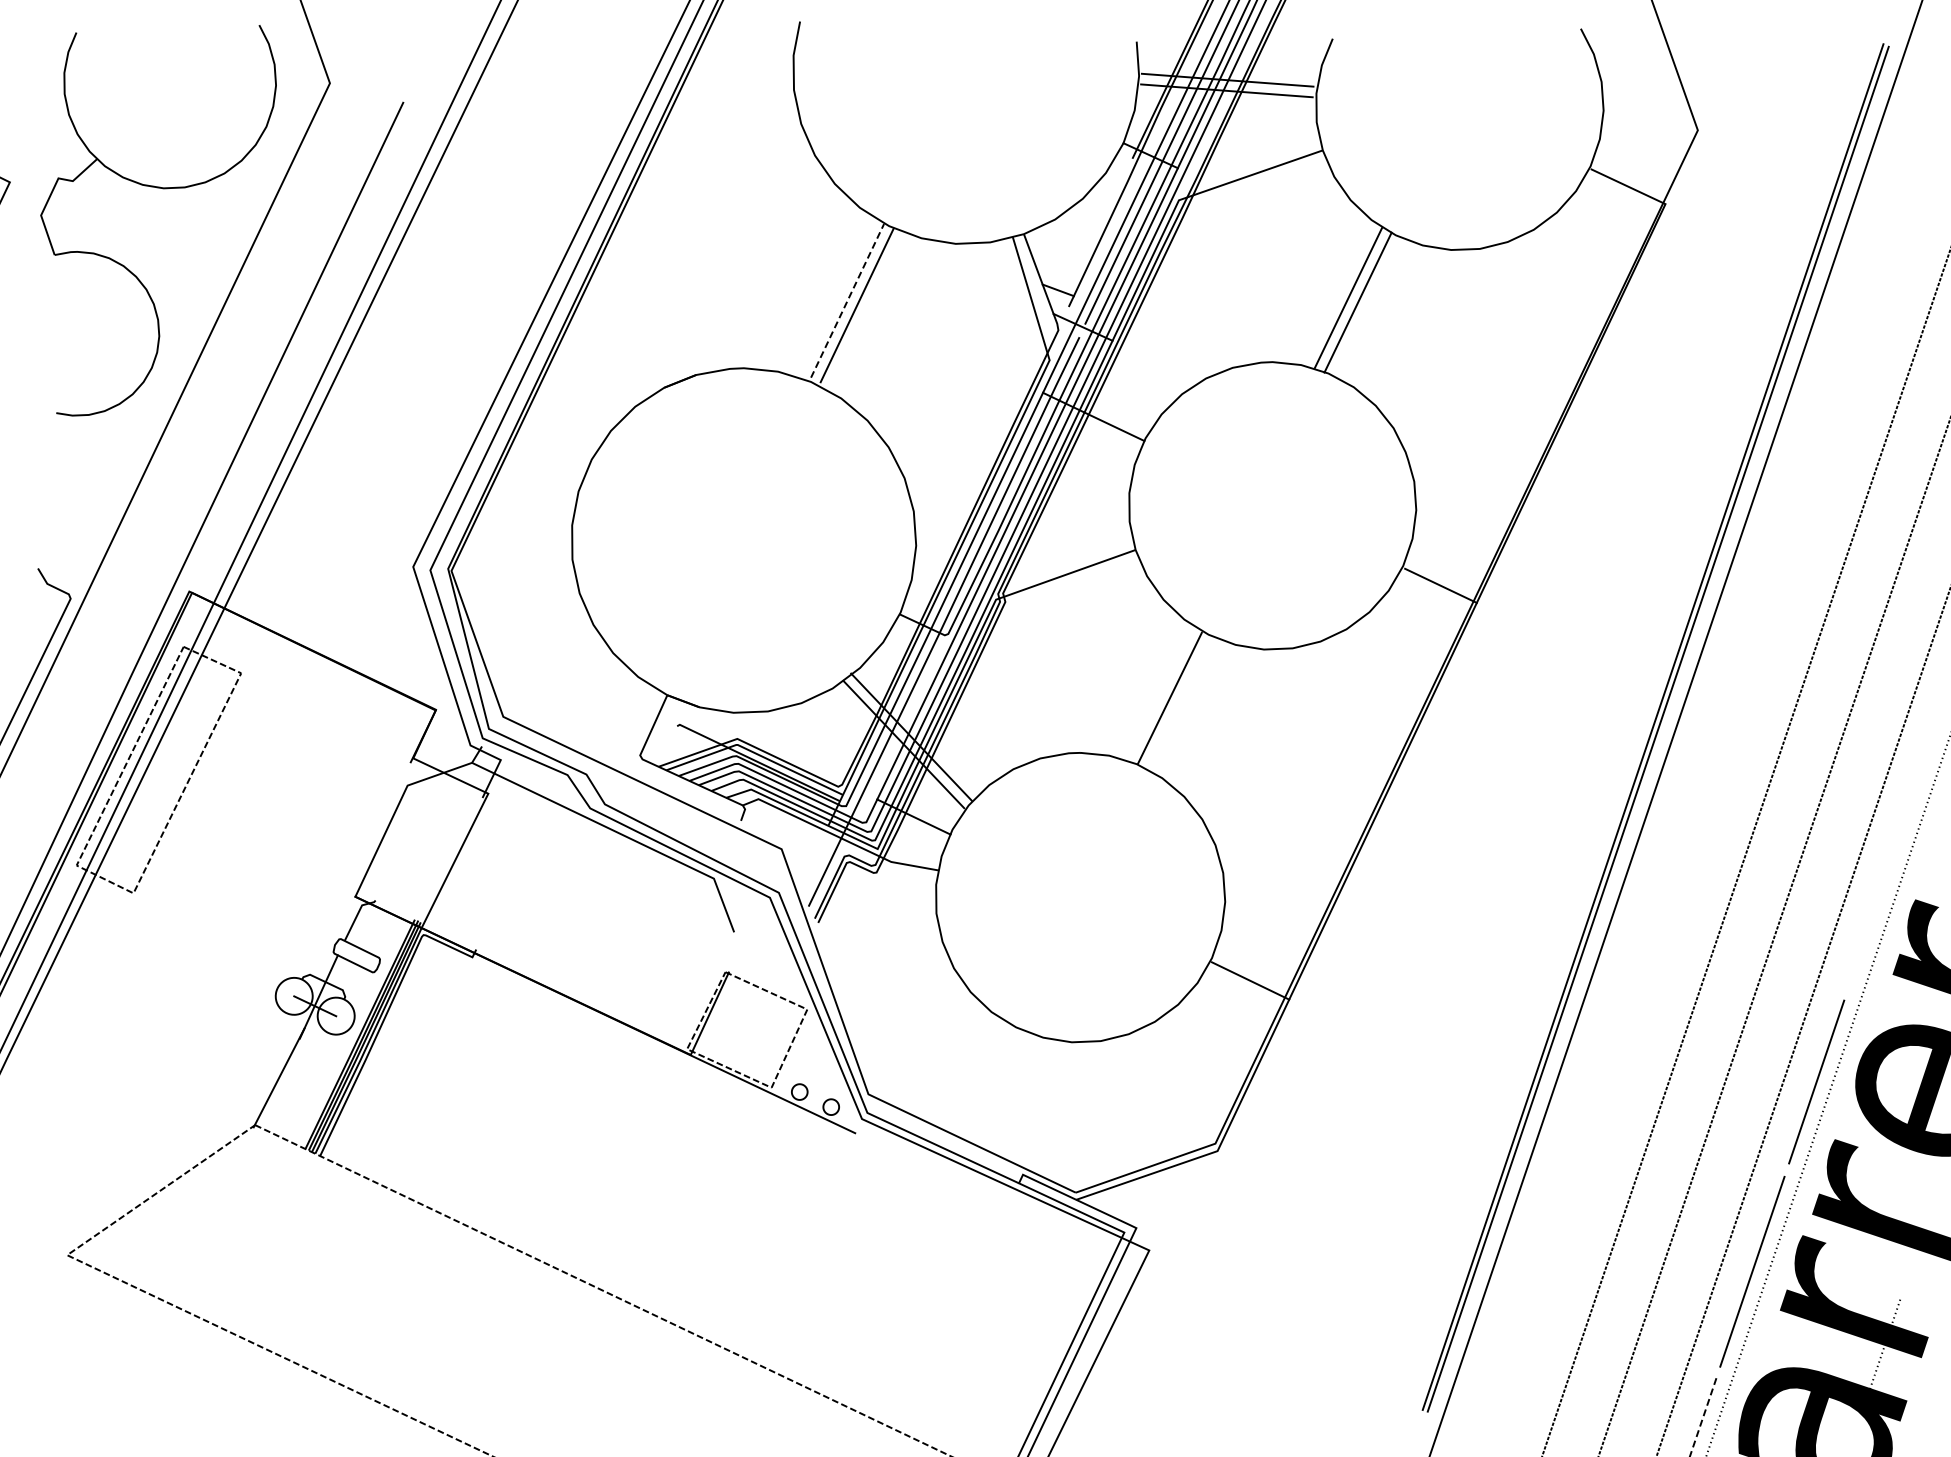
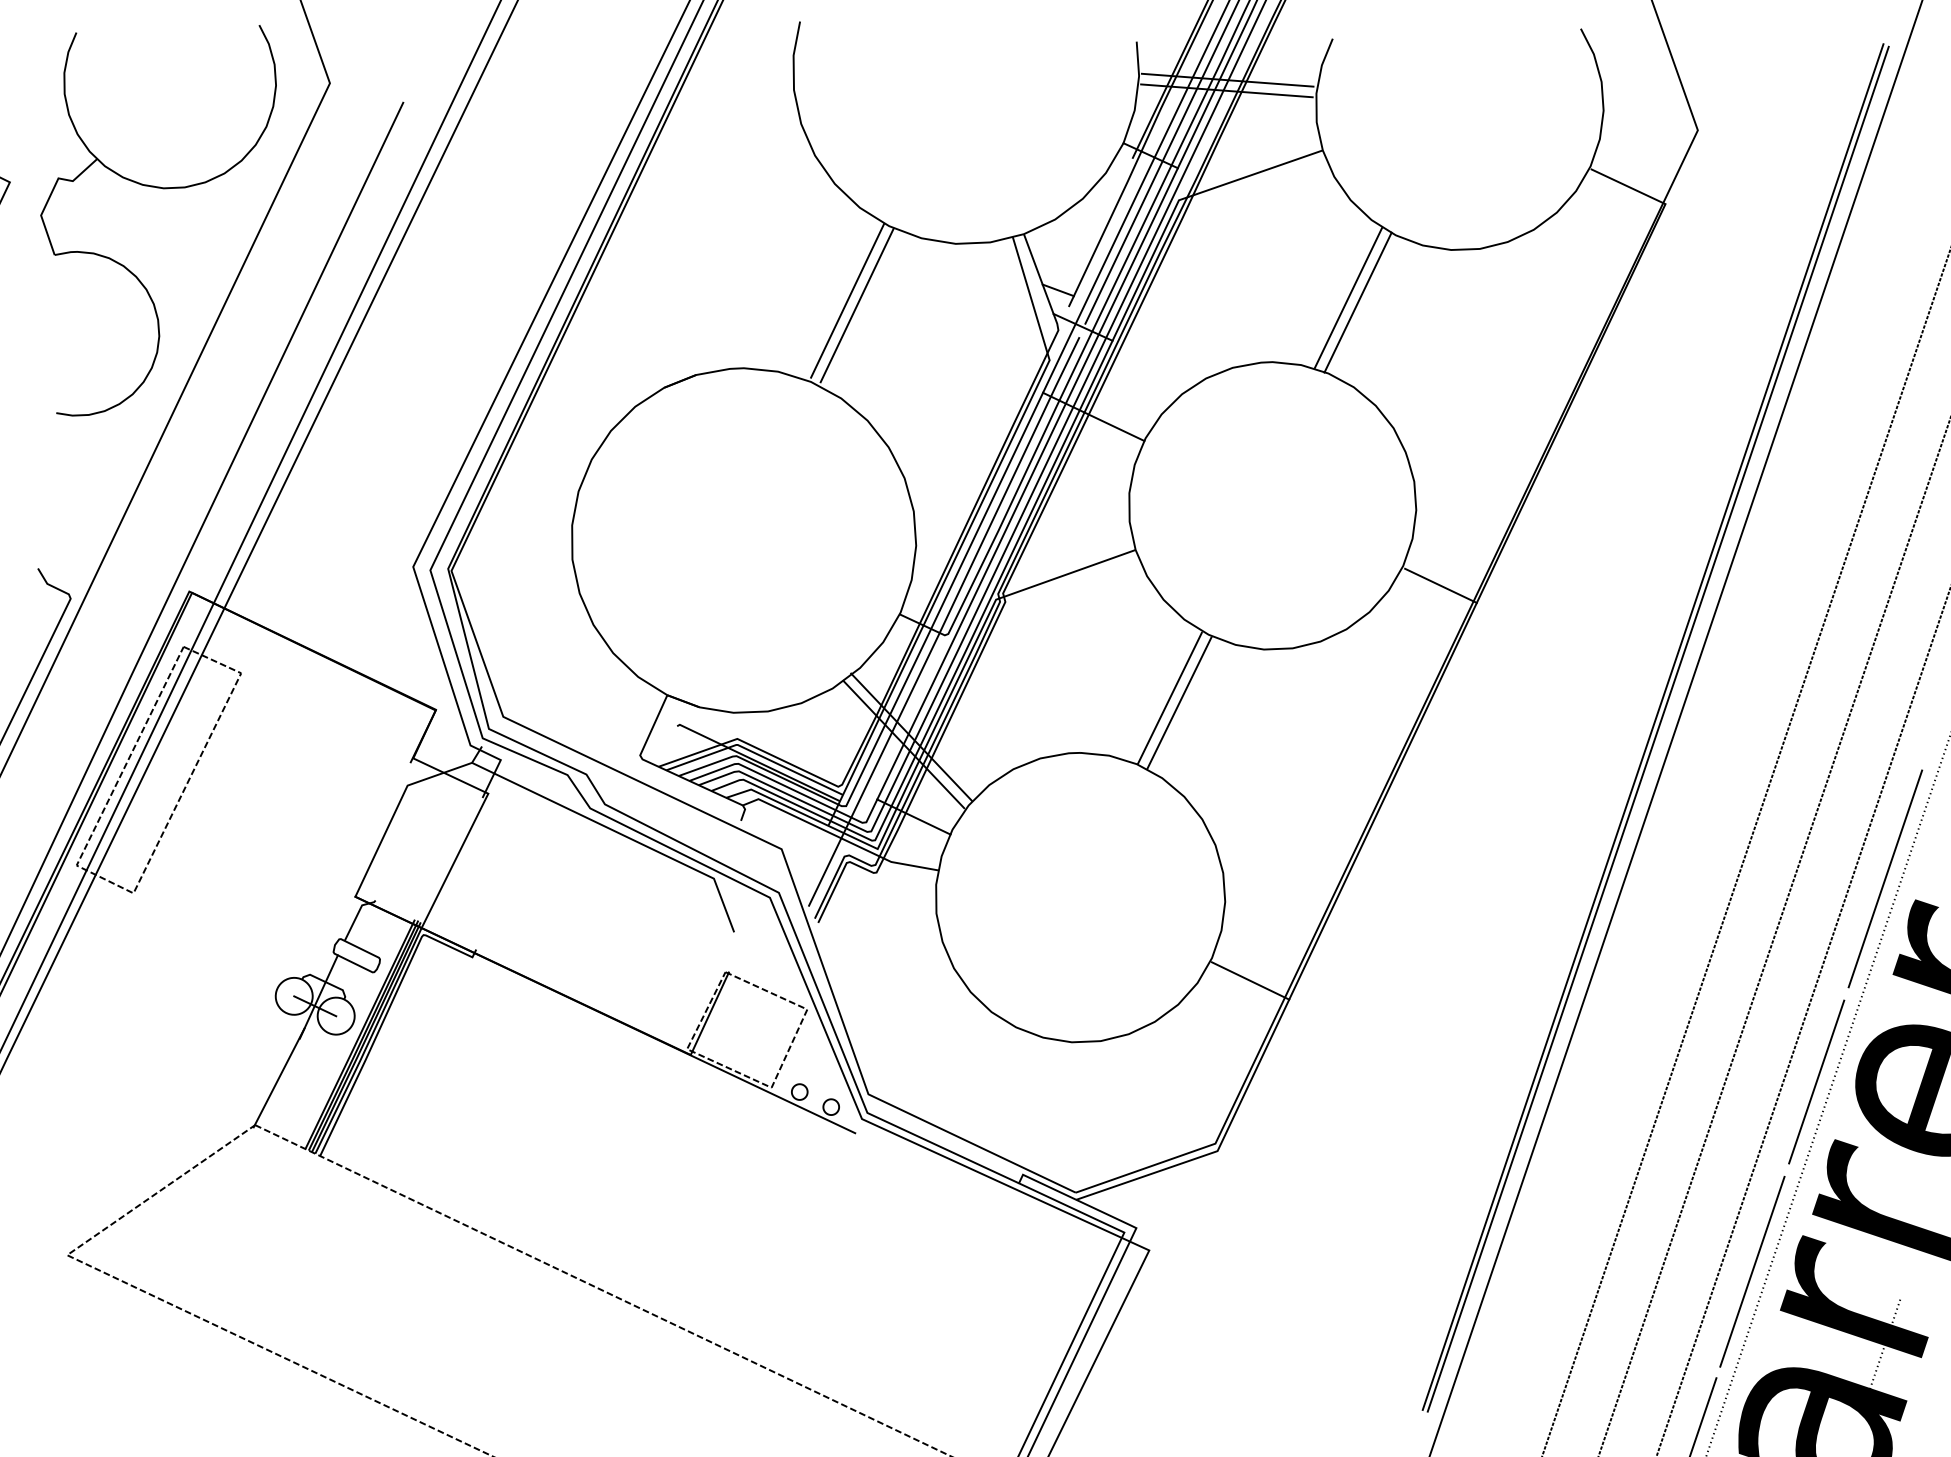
line at (847, 300): dashed -> solid
line at (1179, 702): none -> present
line at (1885, 878): none -> present
line at (1702, 1417): dashed -> solid
